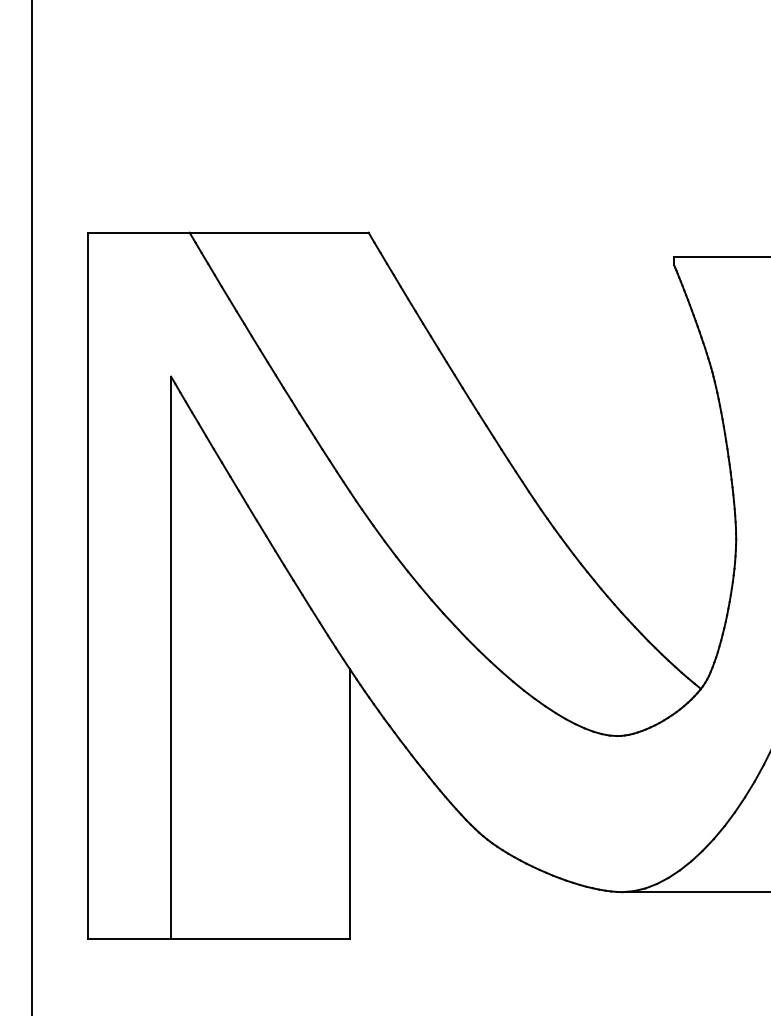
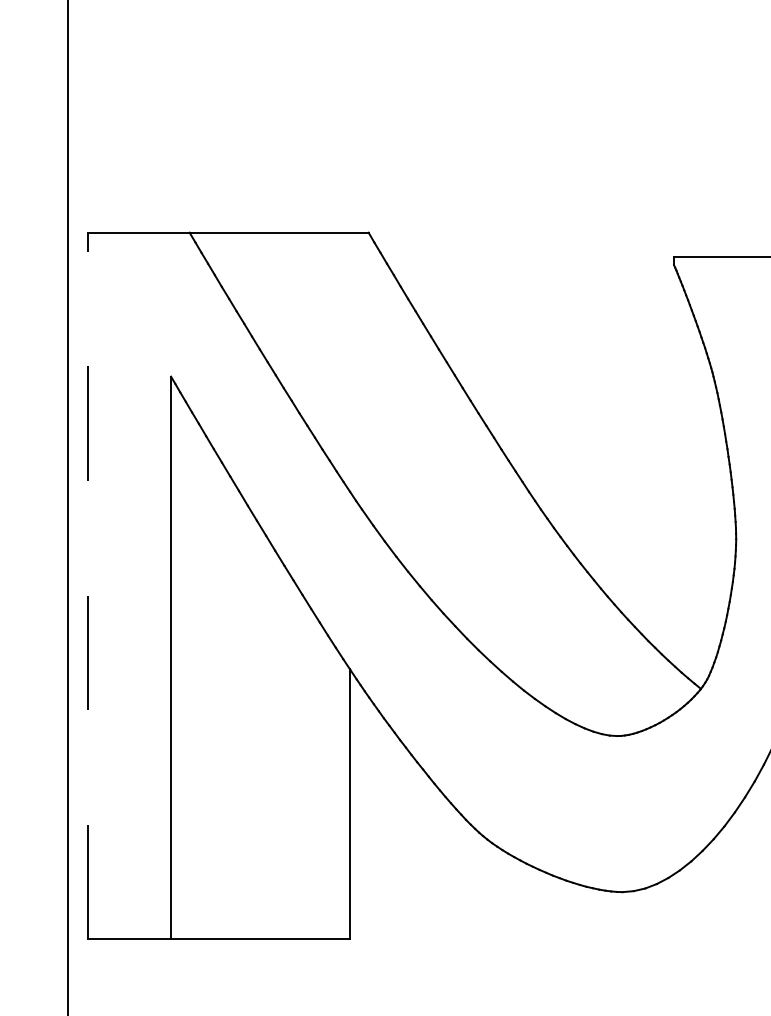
line at (31, 507) position: (31, 507) -> (67, 507)
line at (88, 585): solid -> dashed
line at (694, 892): present -> none
